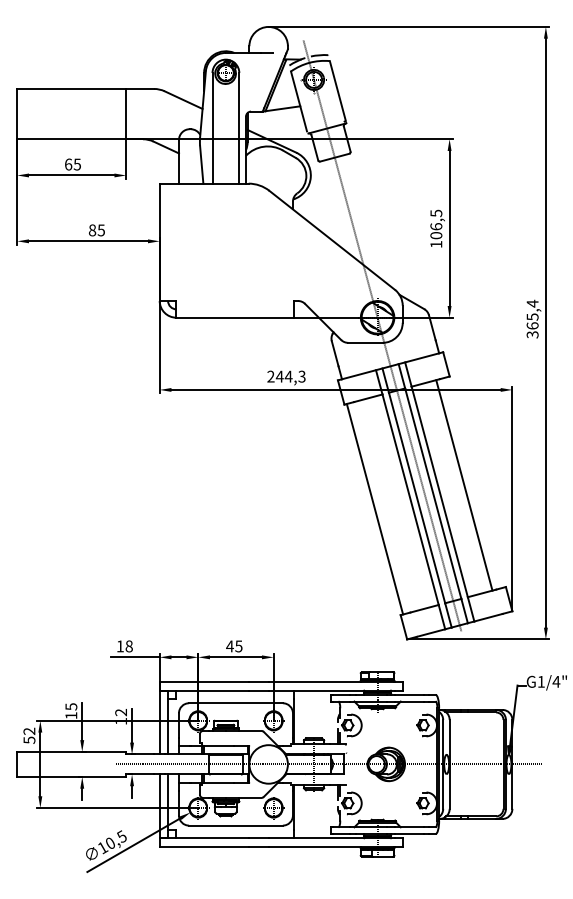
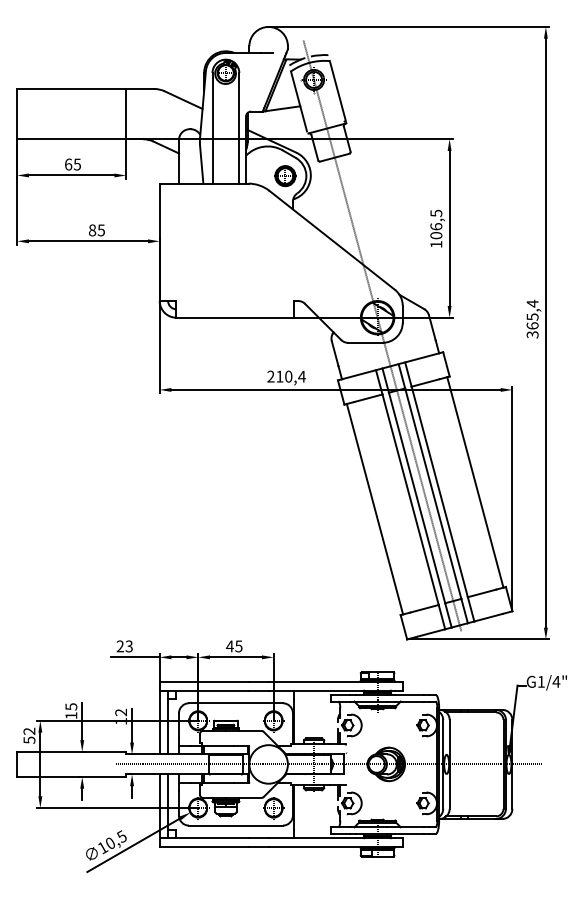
part at (285, 176): none -> present
text at (290, 376): 244,3 -> 210,4
line at (464, 485) position: (464, 485) -> (475, 482)
text at (124, 646): 18 -> 23
